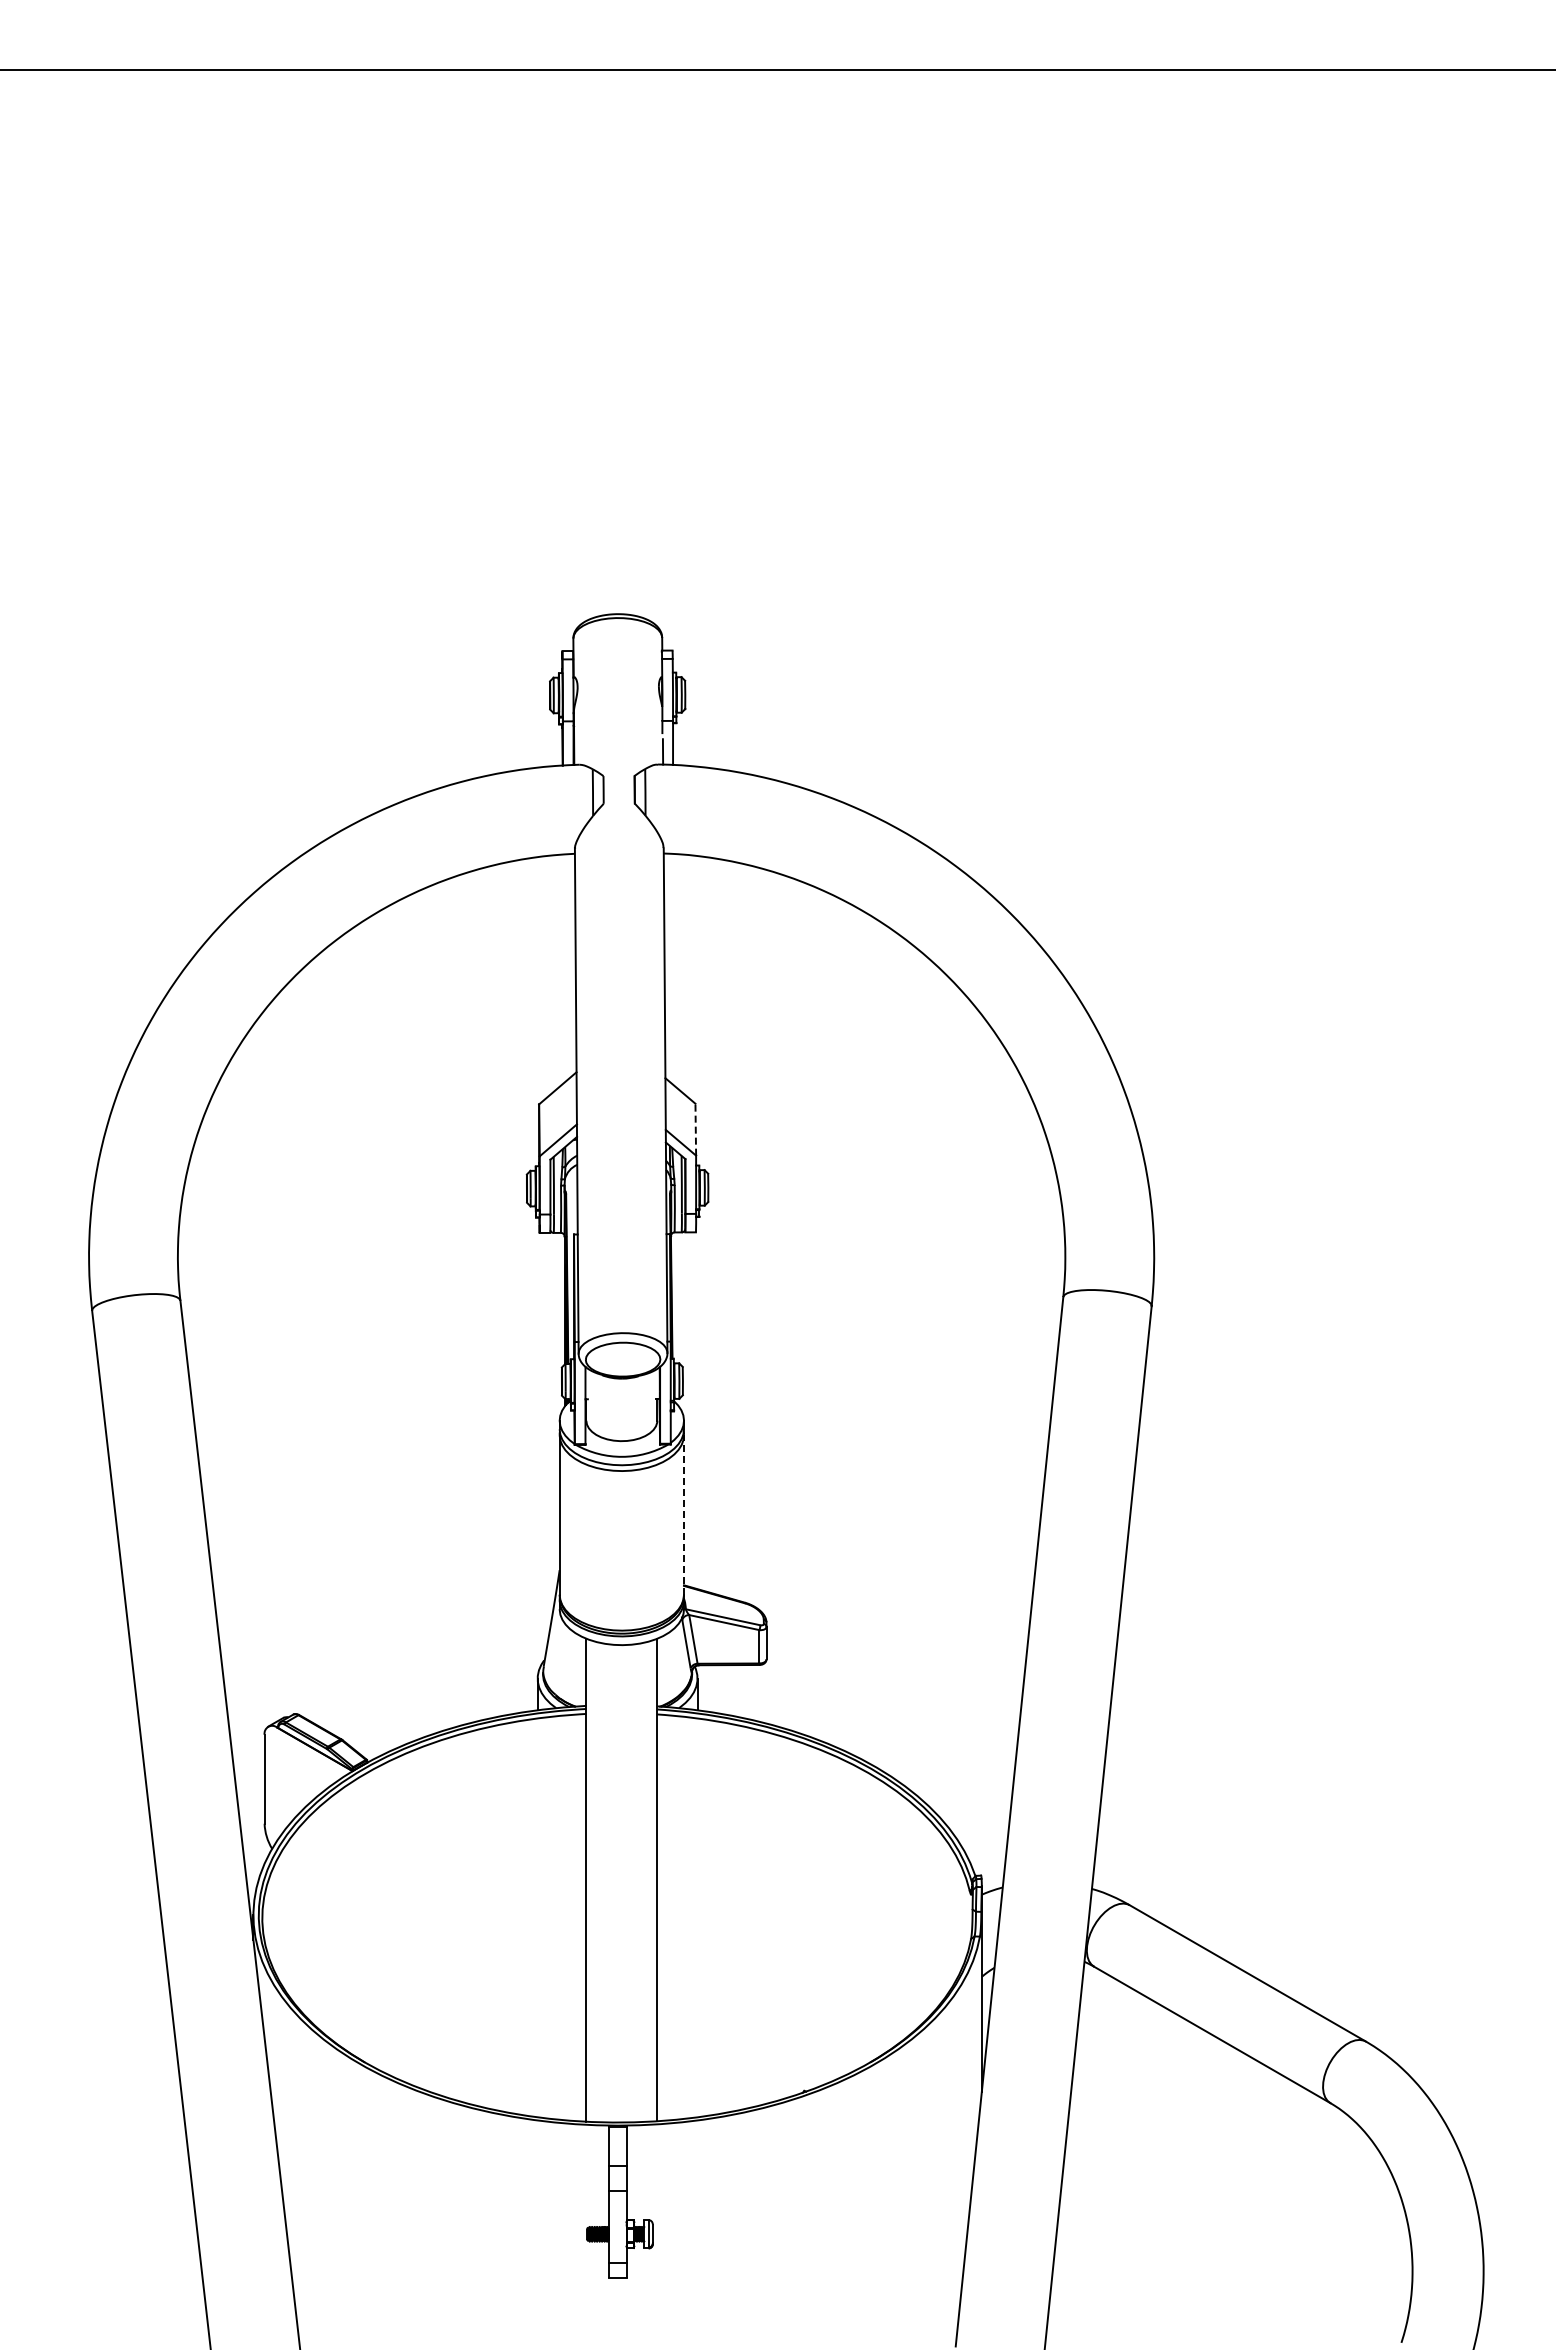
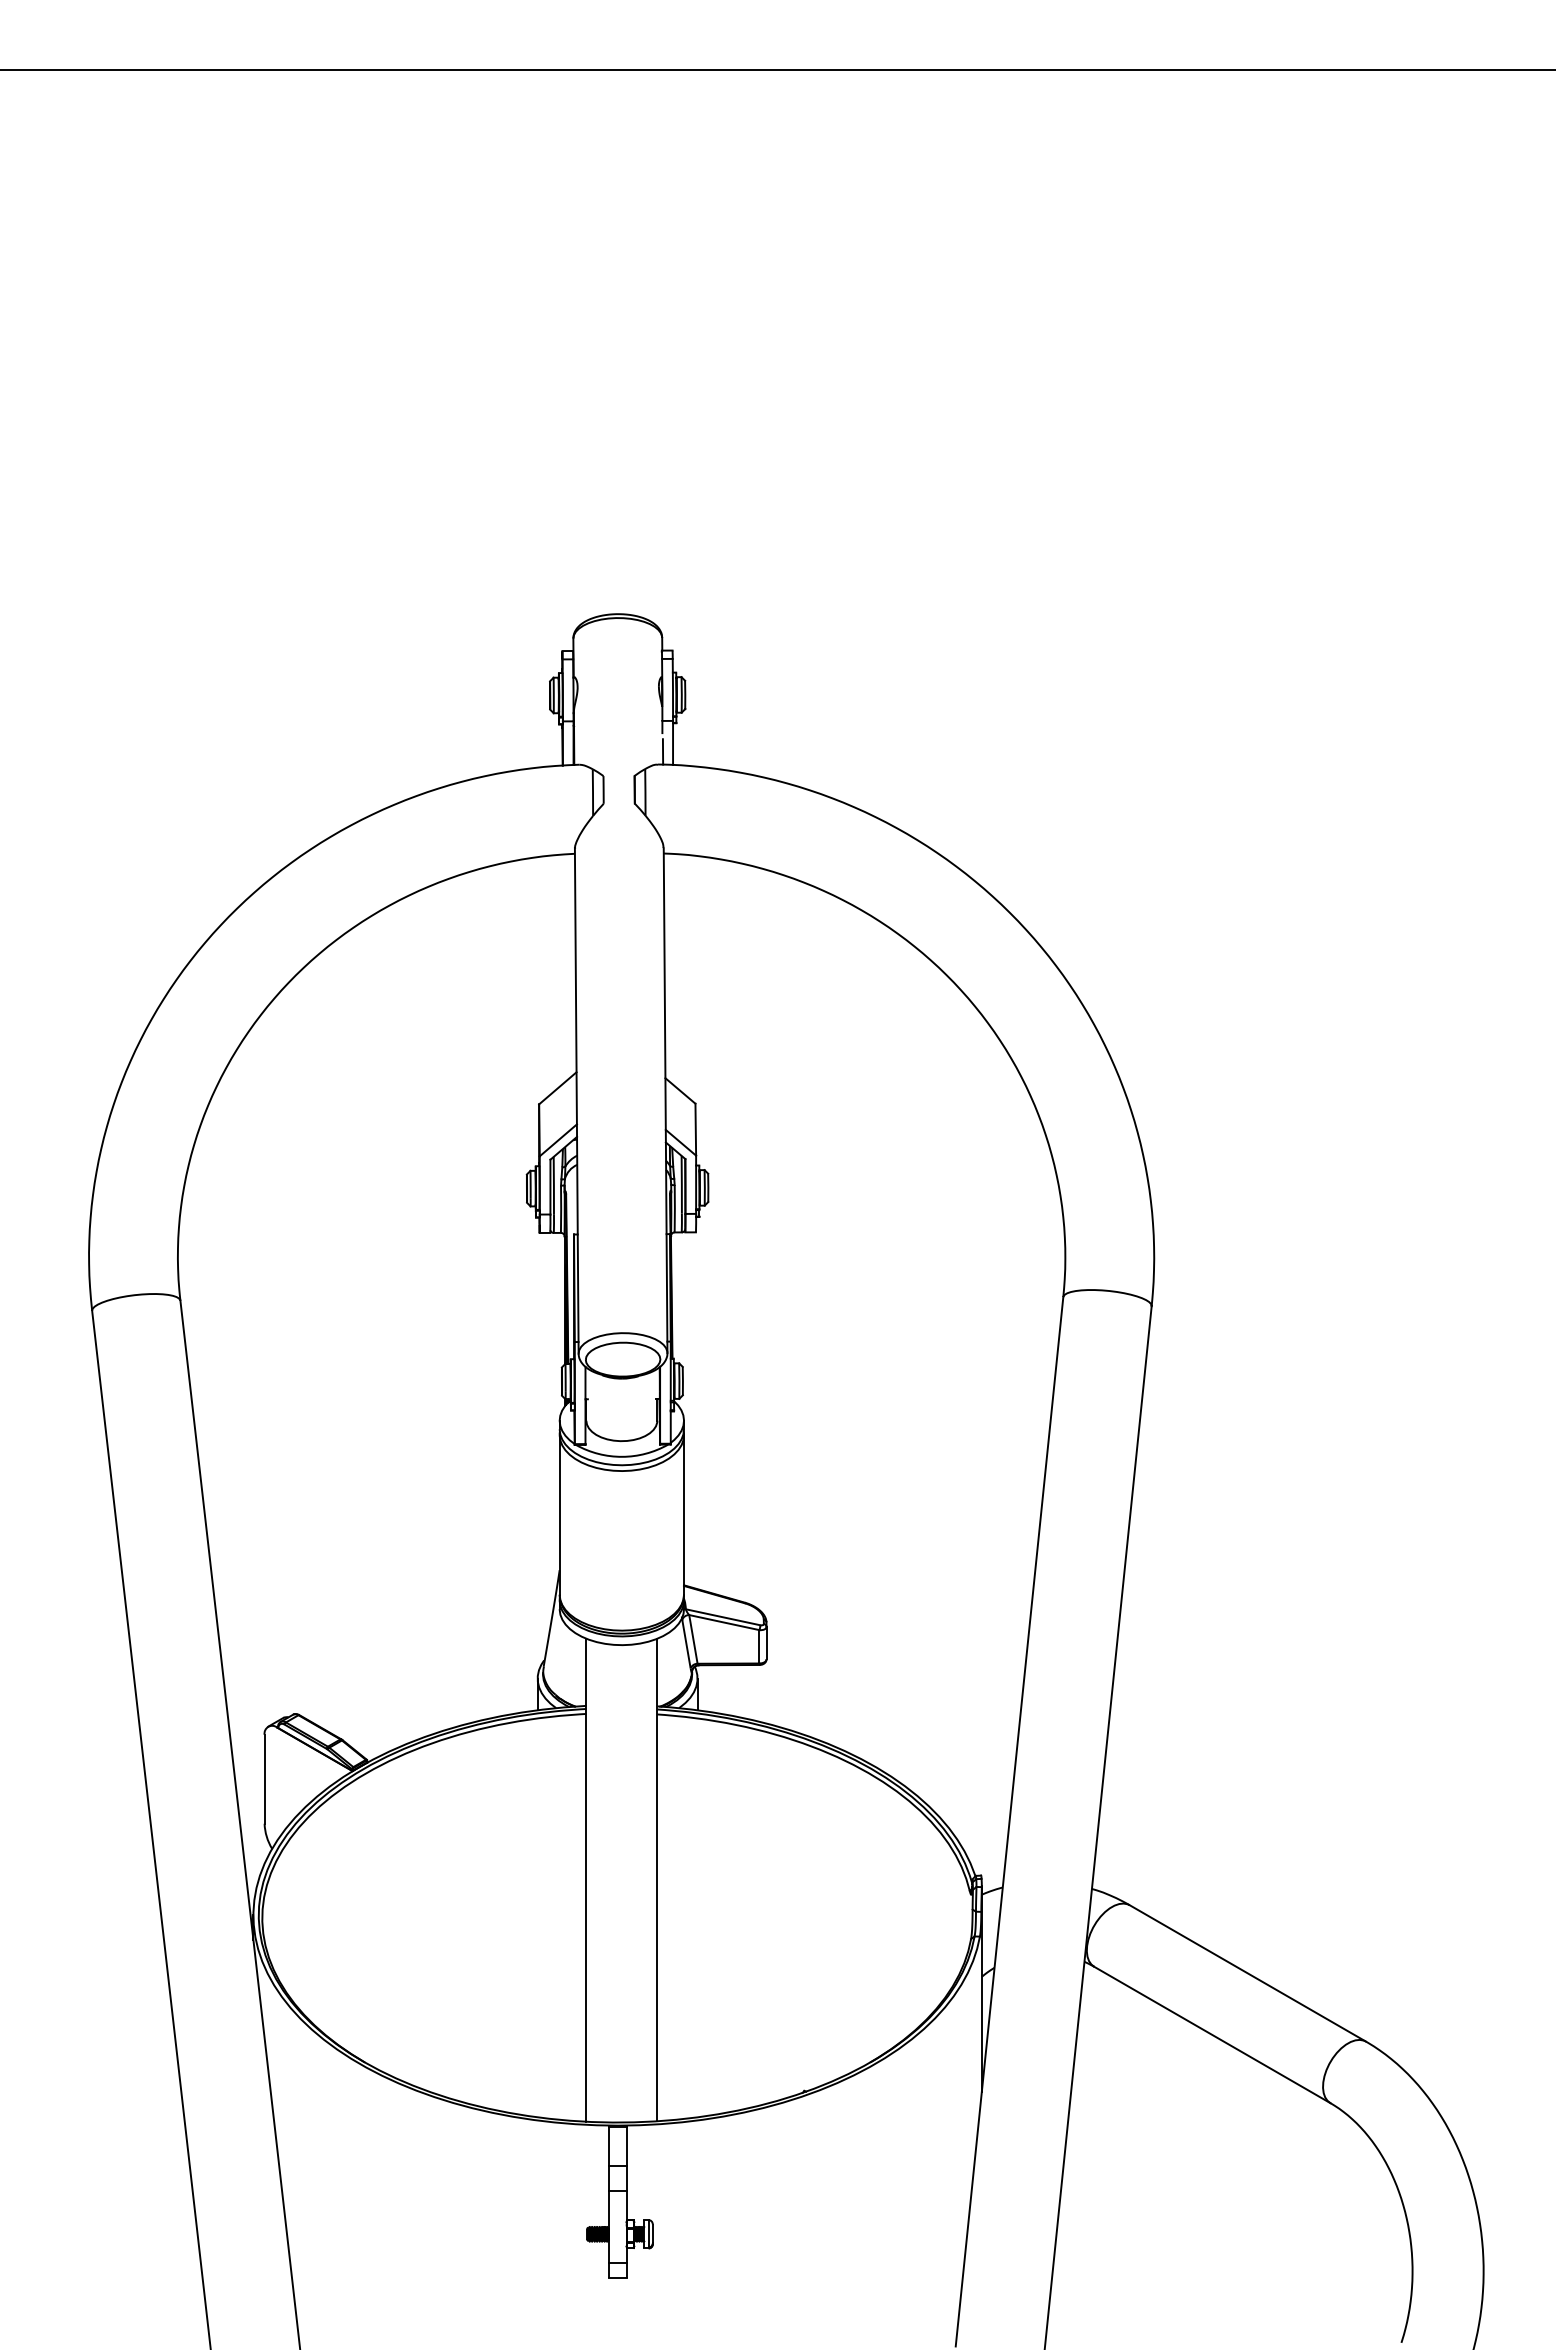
line at (695, 1129): dashed -> solid
line at (684, 1514): dashed -> solid
